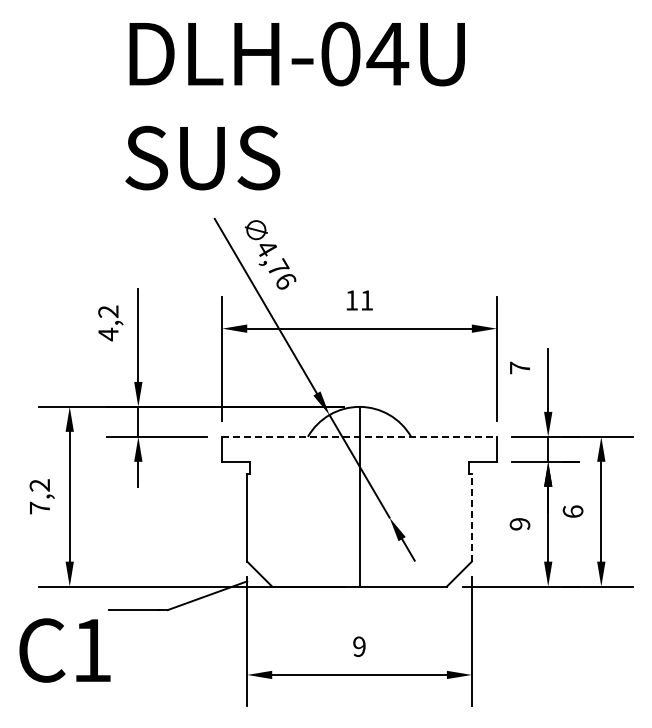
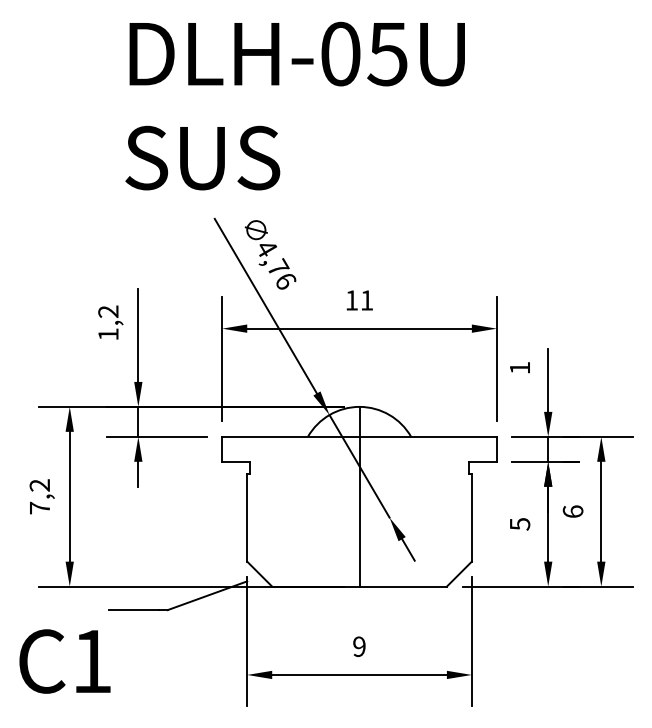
text at (387, 54): DLH-04U -> DLH-05U
text at (108, 334): 4,2 -> 1,2
text at (519, 367): 7 -> 1
line at (360, 436): dashed -> solid
line at (471, 517): dashed -> solid
text at (519, 524): 9 -> 5
text at (64, 650) position: (64, 650) -> (64, 661)
